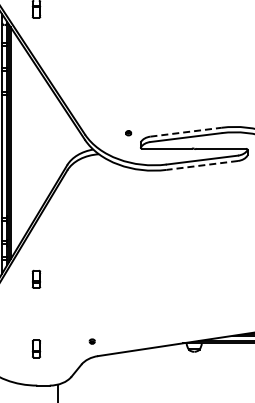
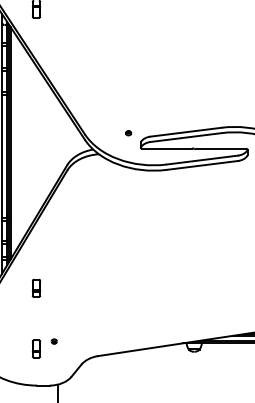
line at (186, 132): dashed -> solid
line at (202, 165): dashed -> solid
part at (36, 278) position: (36, 278) -> (36, 287)
part at (91, 341) position: (91, 341) -> (53, 341)
